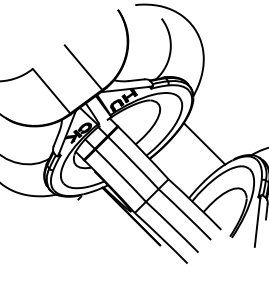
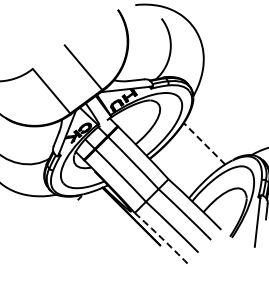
line at (204, 143): solid -> dashed
arc at (161, 237): solid -> dashed
